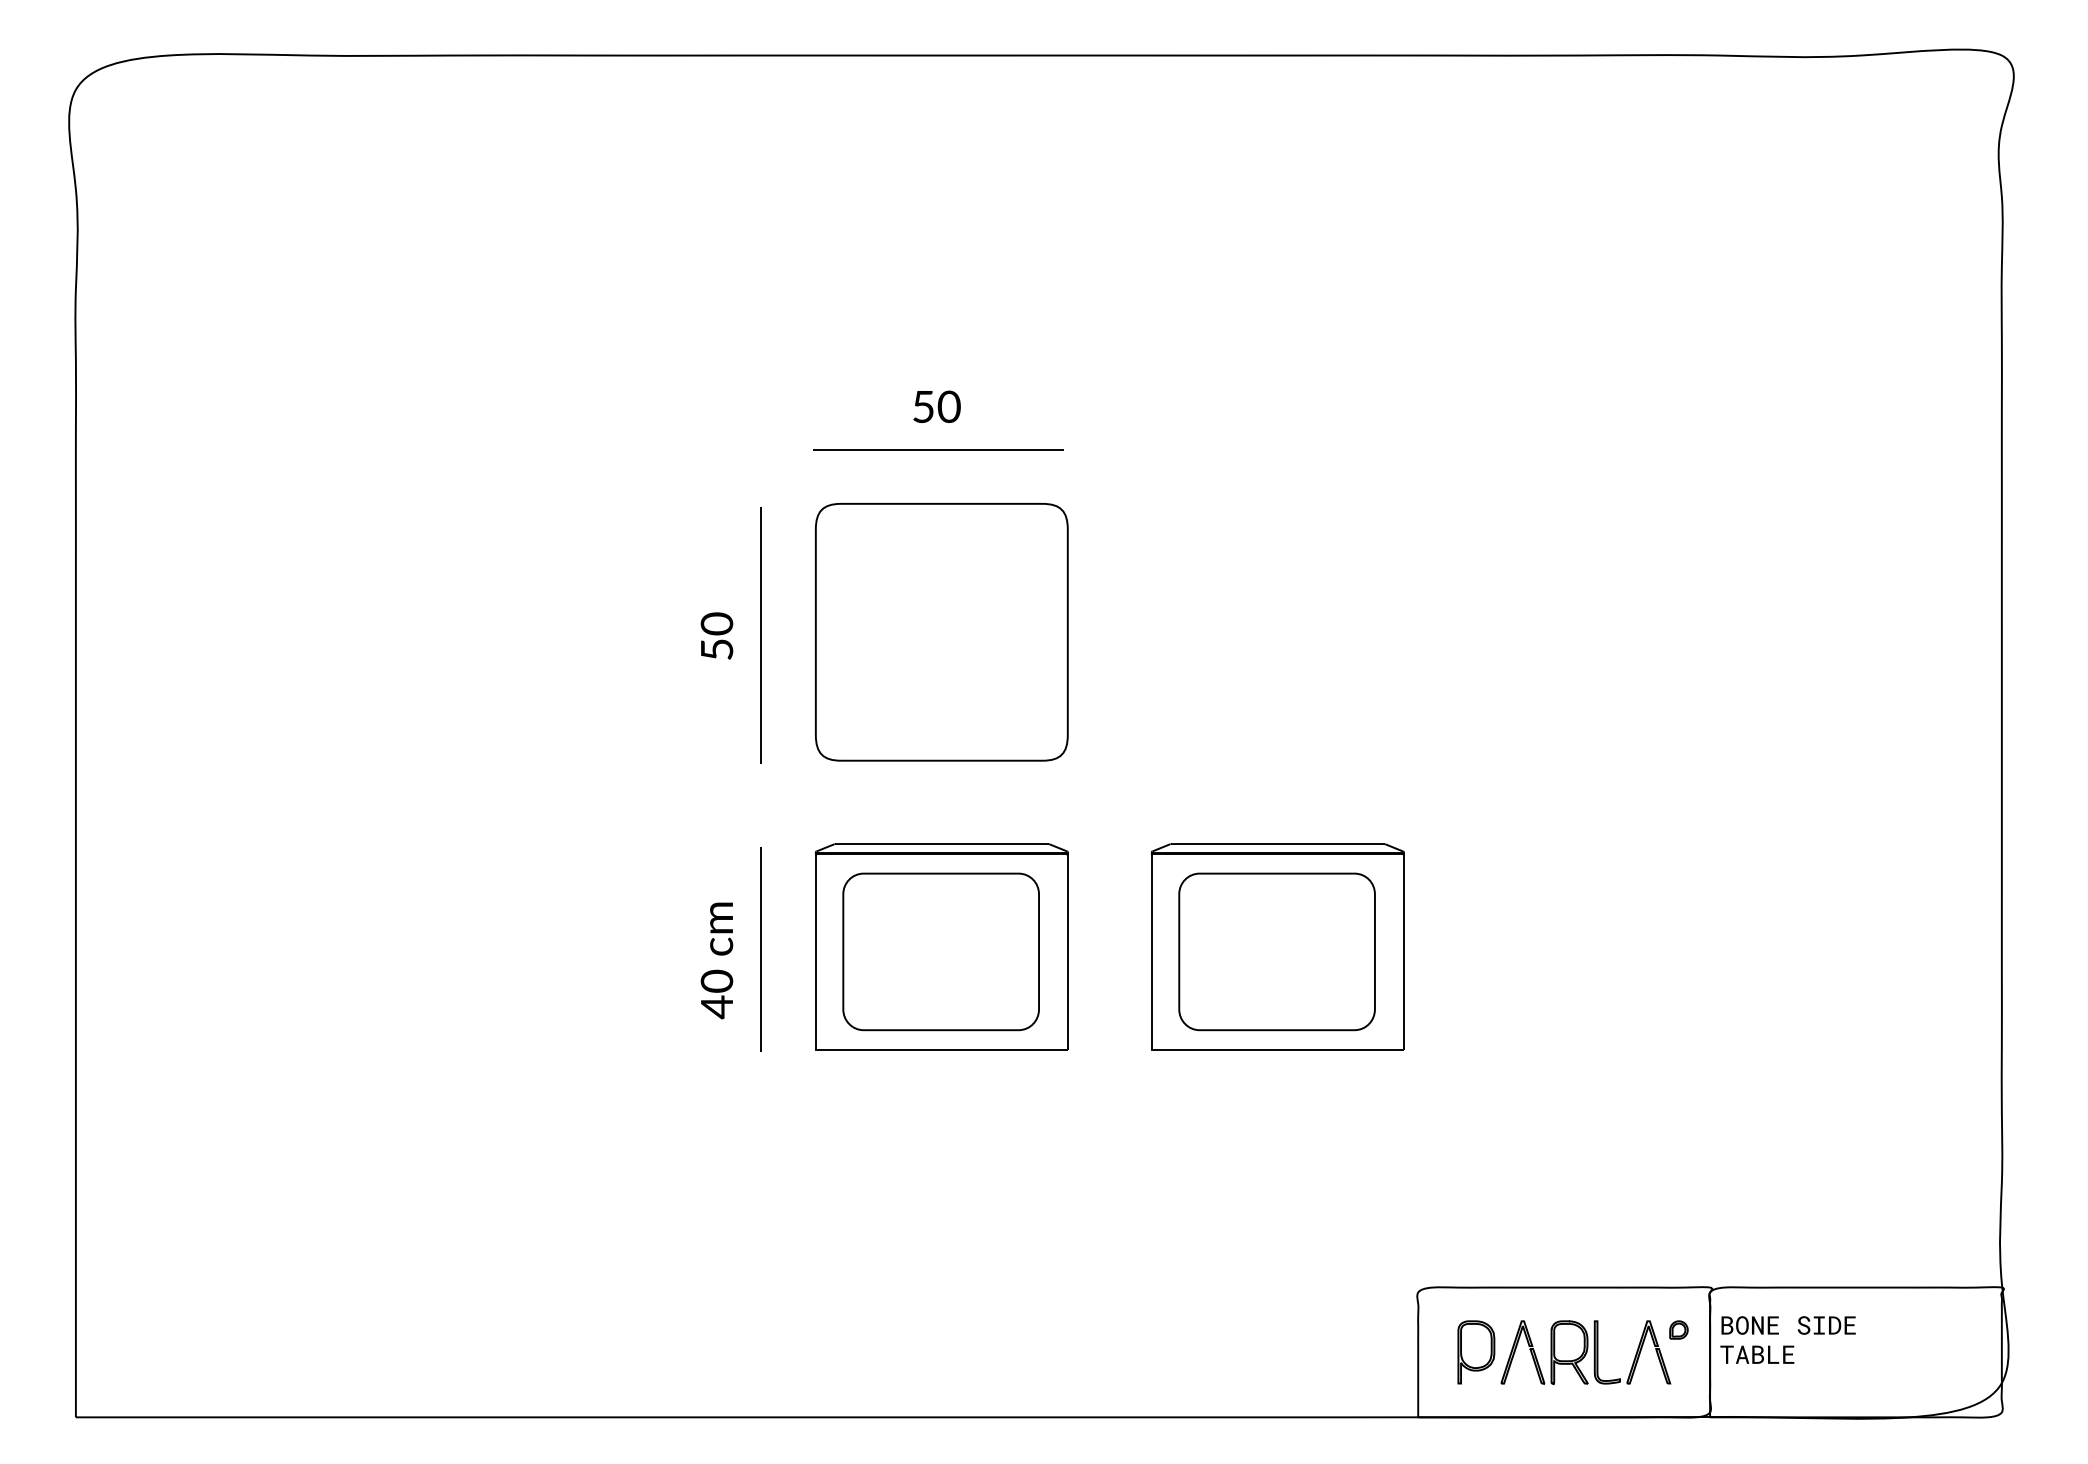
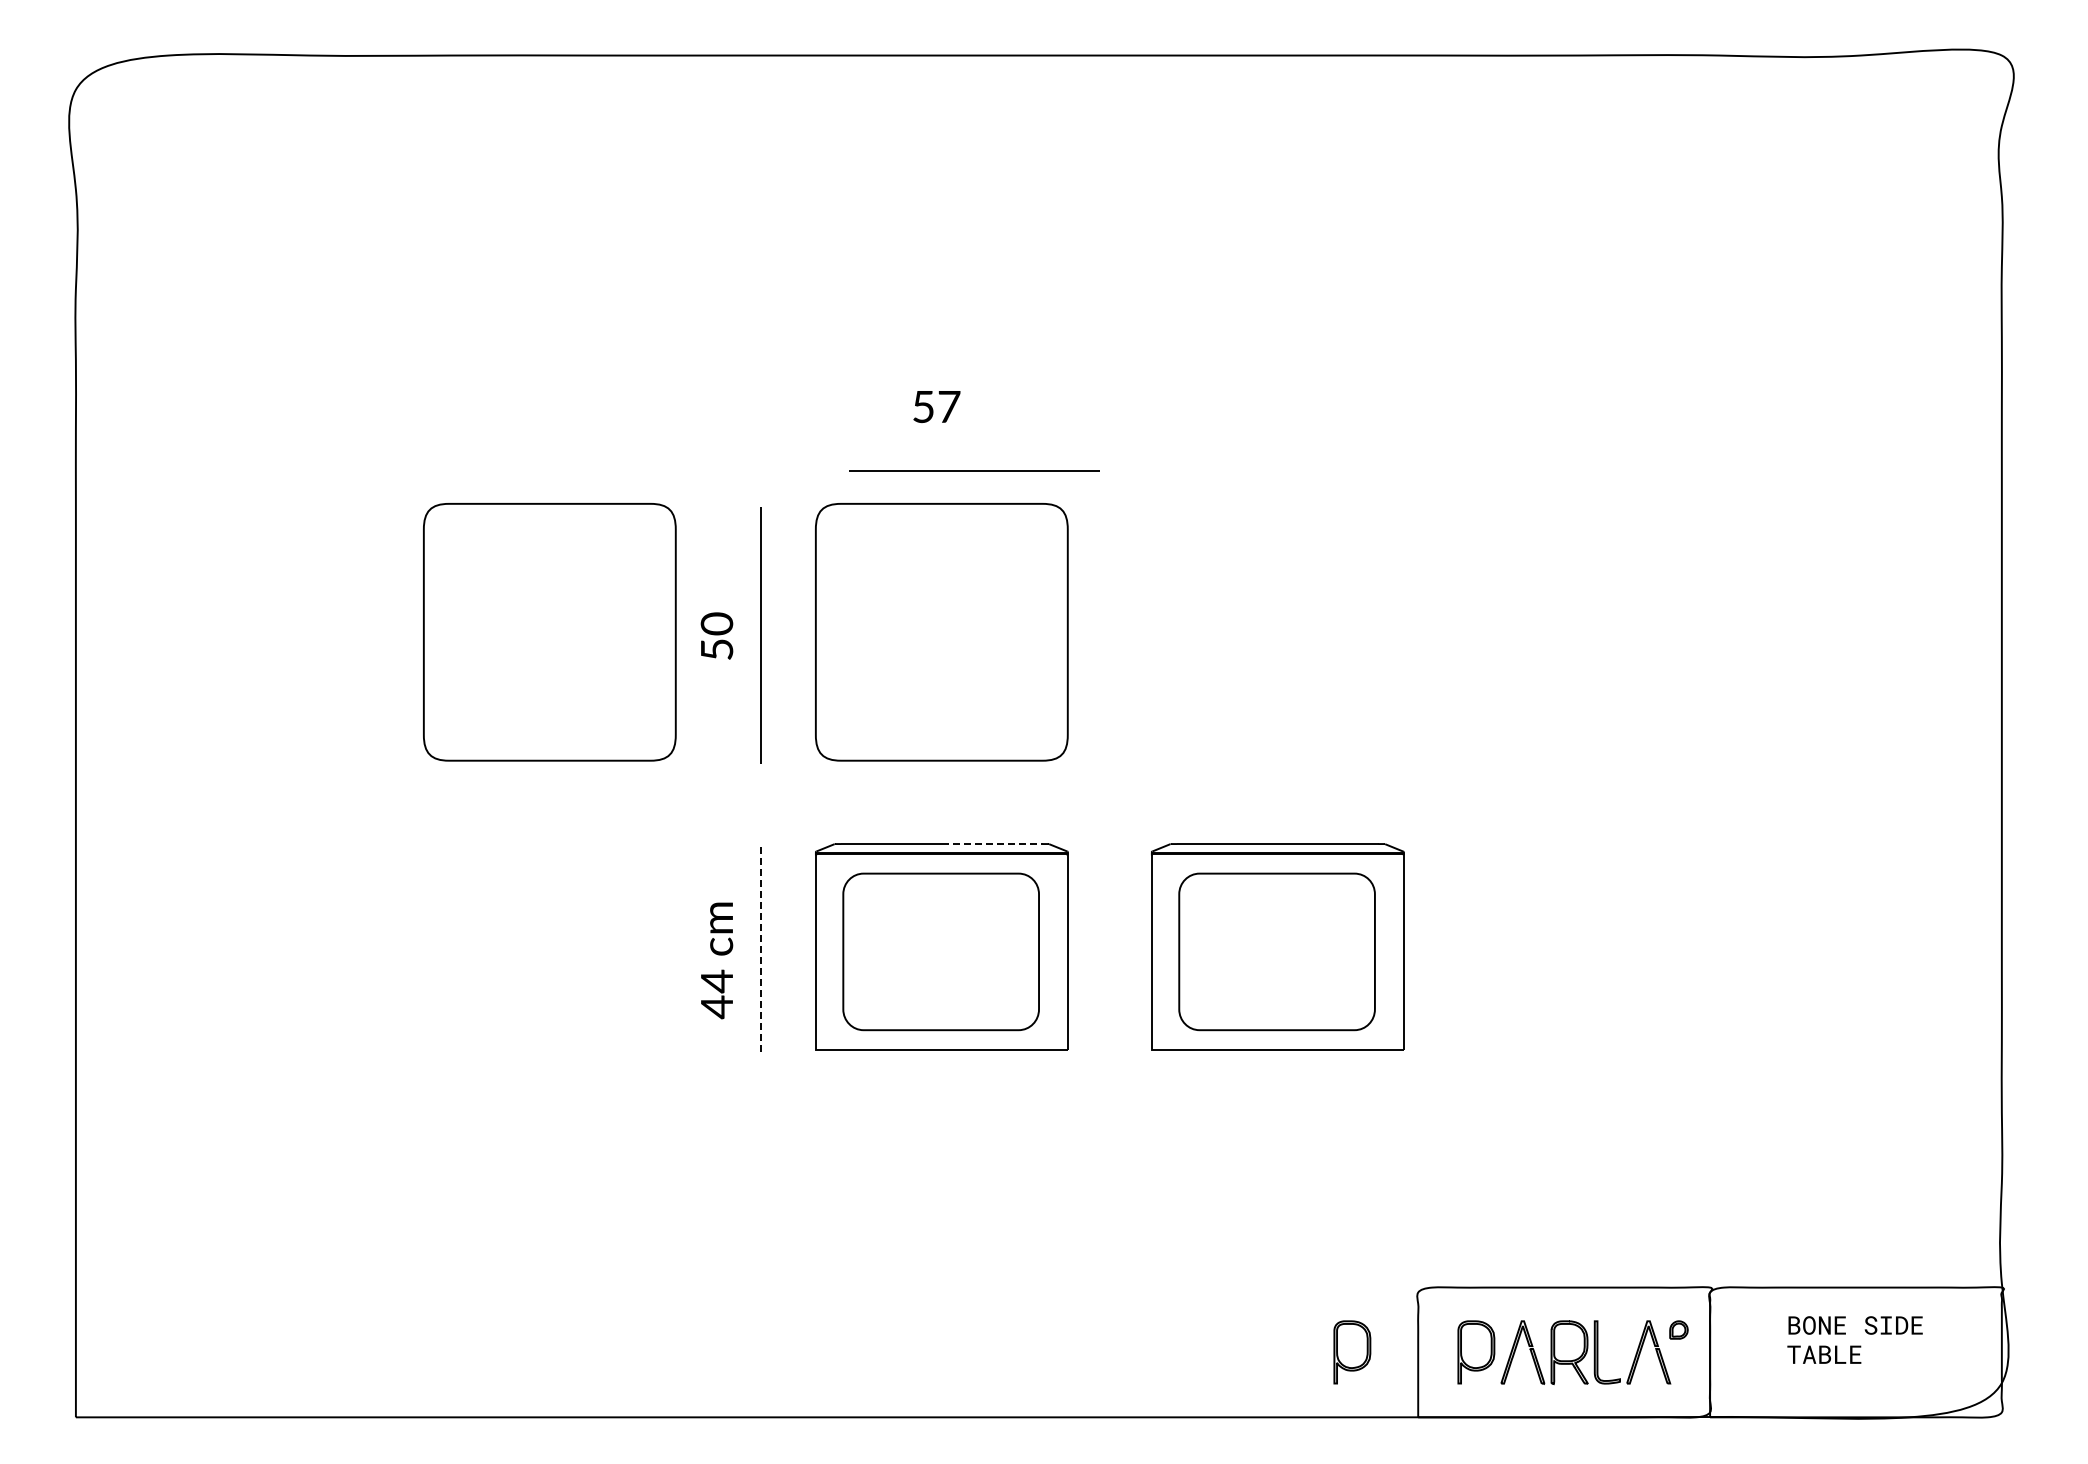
text at (948, 406): 50 -> 57
line at (938, 449) position: (938, 449) -> (974, 470)
part at (549, 632): none -> present
line at (992, 844): solid -> dashed
line at (760, 949): solid -> dashed
text at (716, 981): 40 -> 44
text at (1787, 1339) position: (1787, 1339) -> (1854, 1339)
part at (1352, 1352): none -> present
